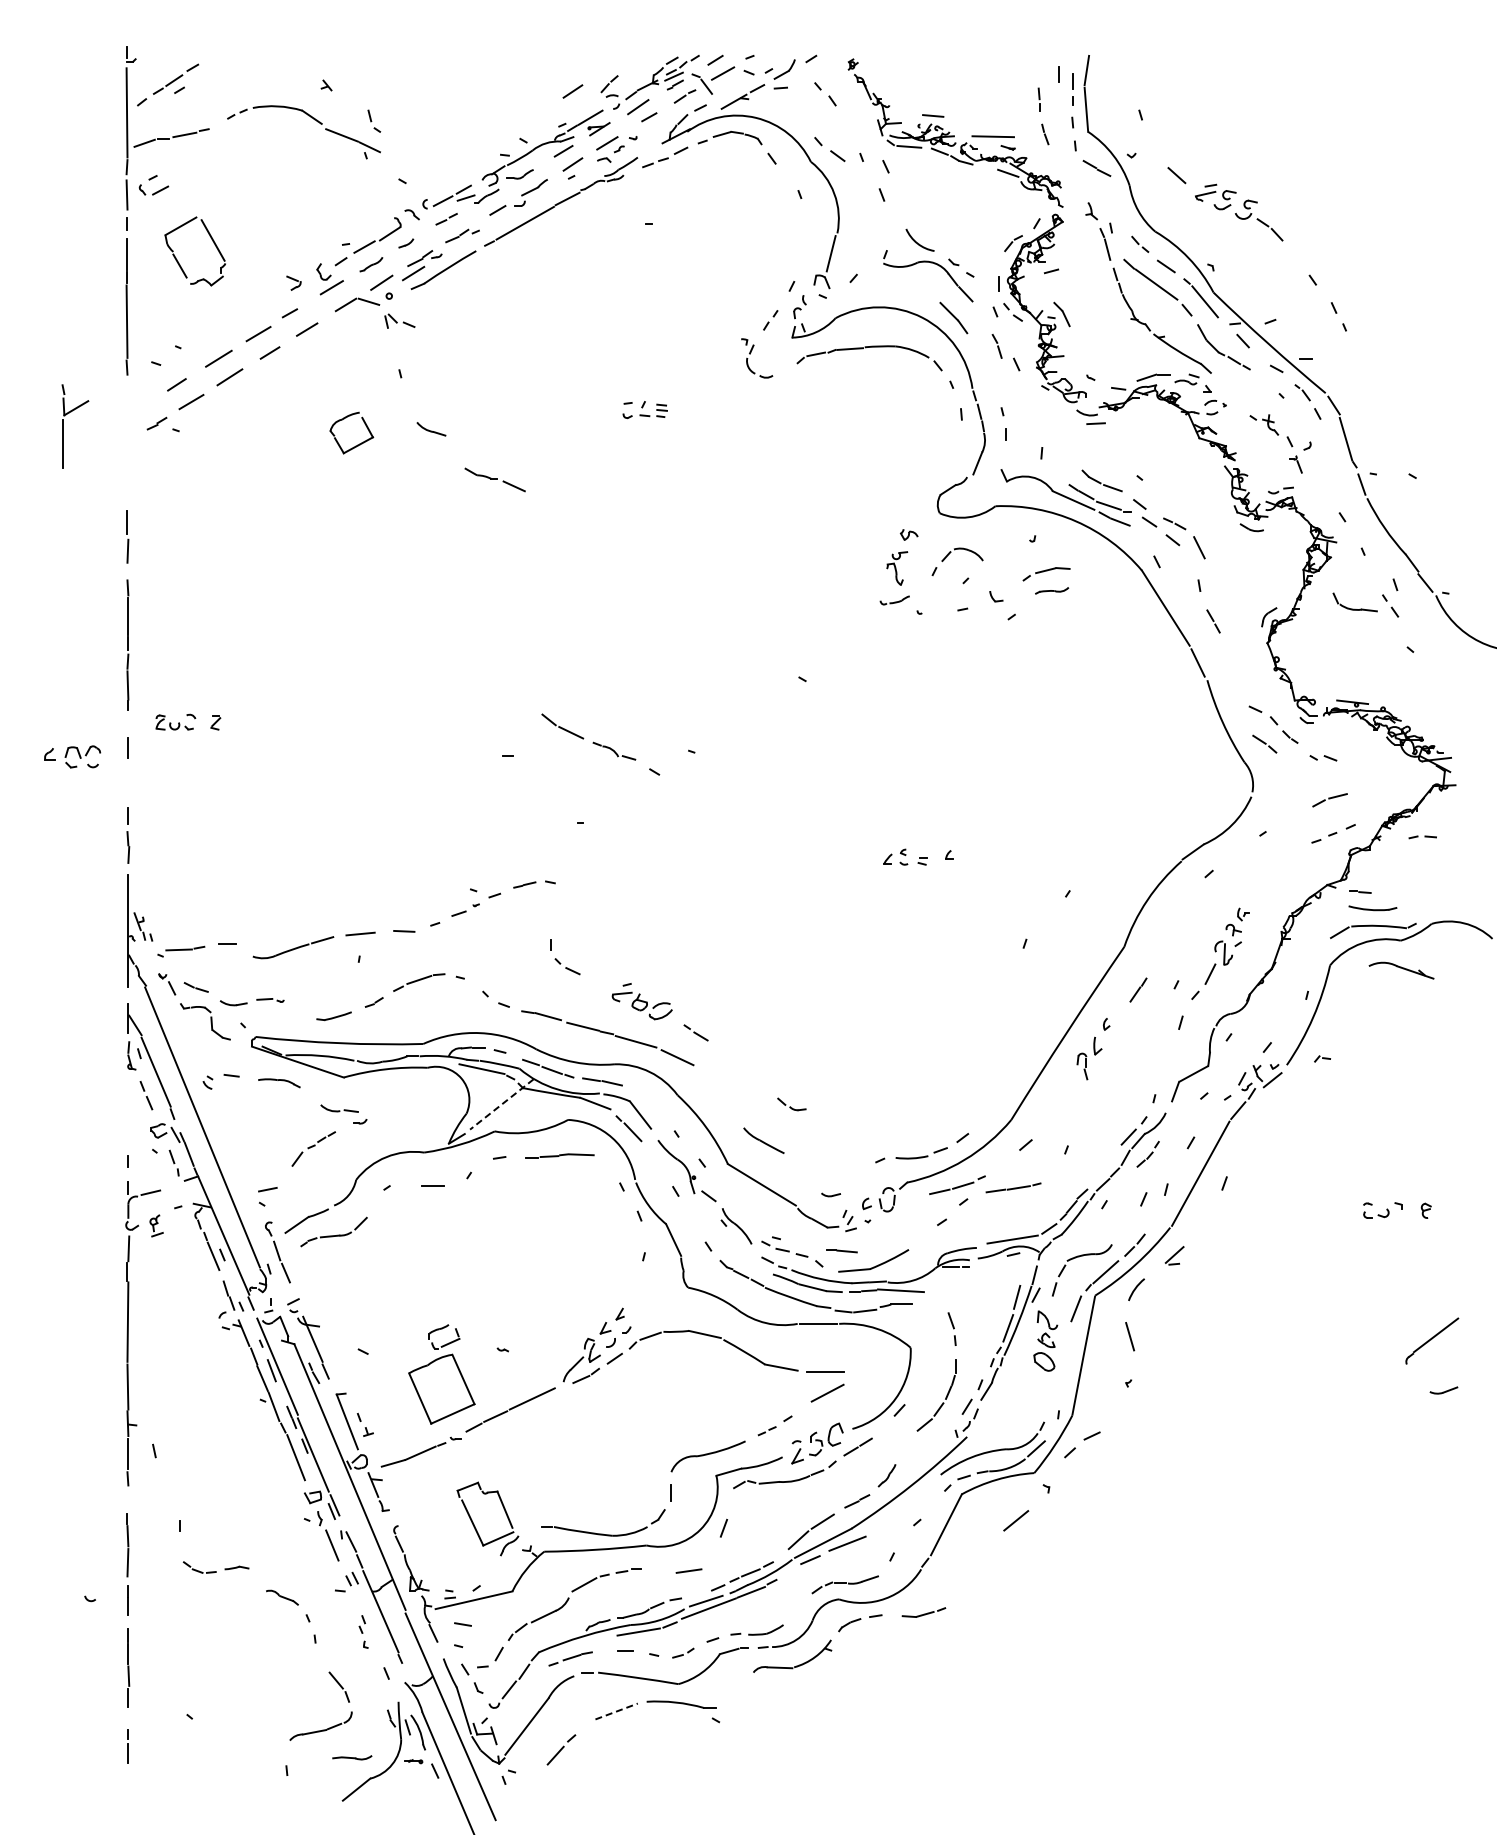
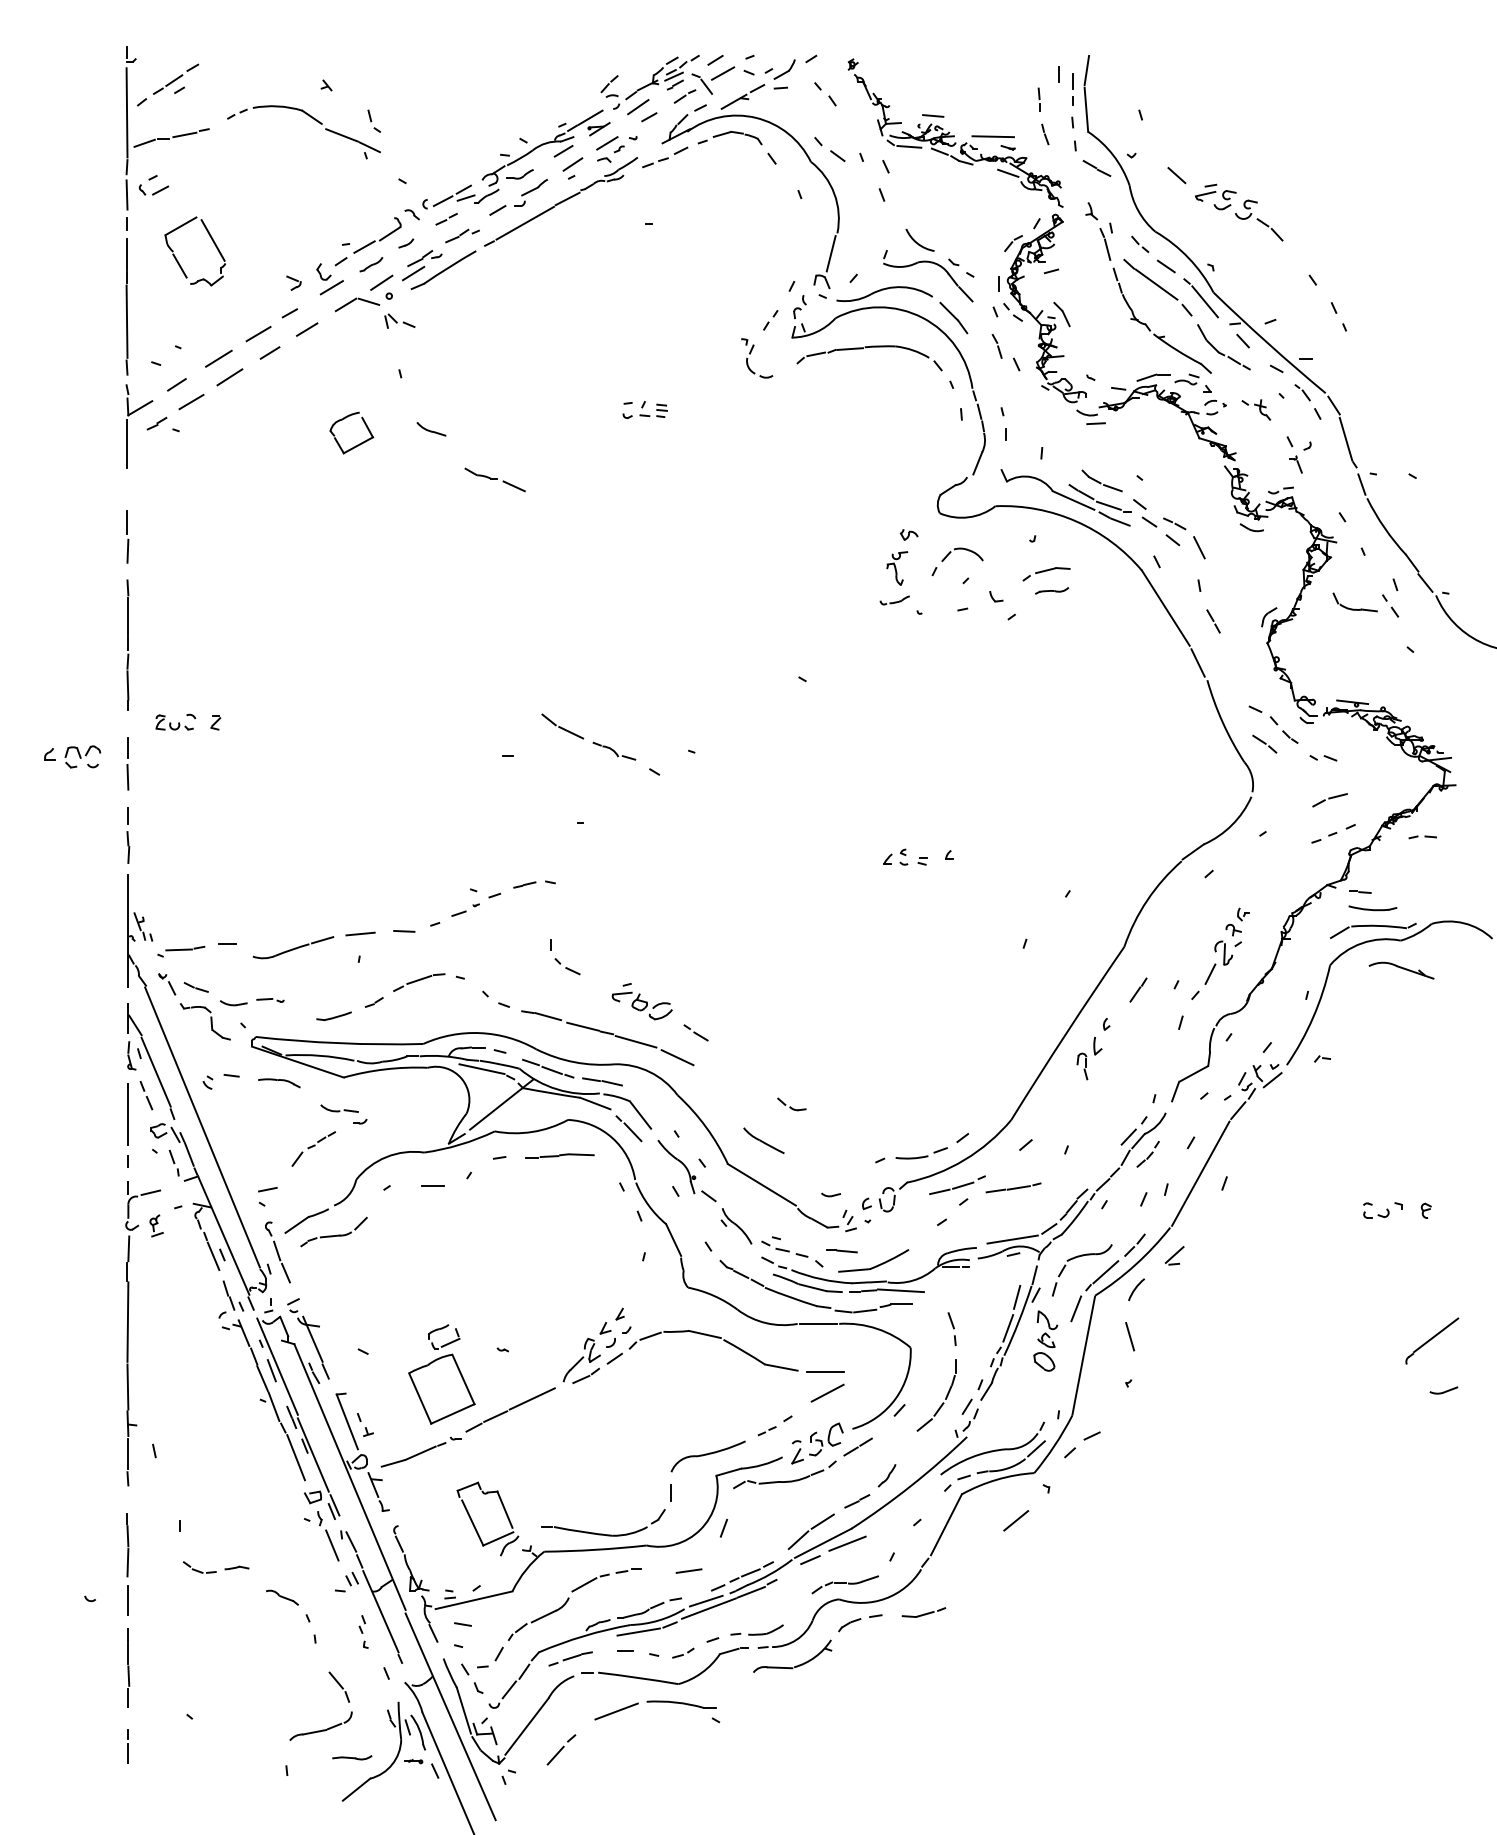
line at (572, 91): present -> none
part at (884, 293): none -> present
part at (1264, 424) position: (1264, 424) -> (1256, 409)
part at (63, 426) position: (63, 426) -> (127, 426)
line at (127, 776): none -> present
line at (501, 1104): dashed -> solid
line at (128, 1113): none -> present
line at (616, 1711): dashed -> solid
